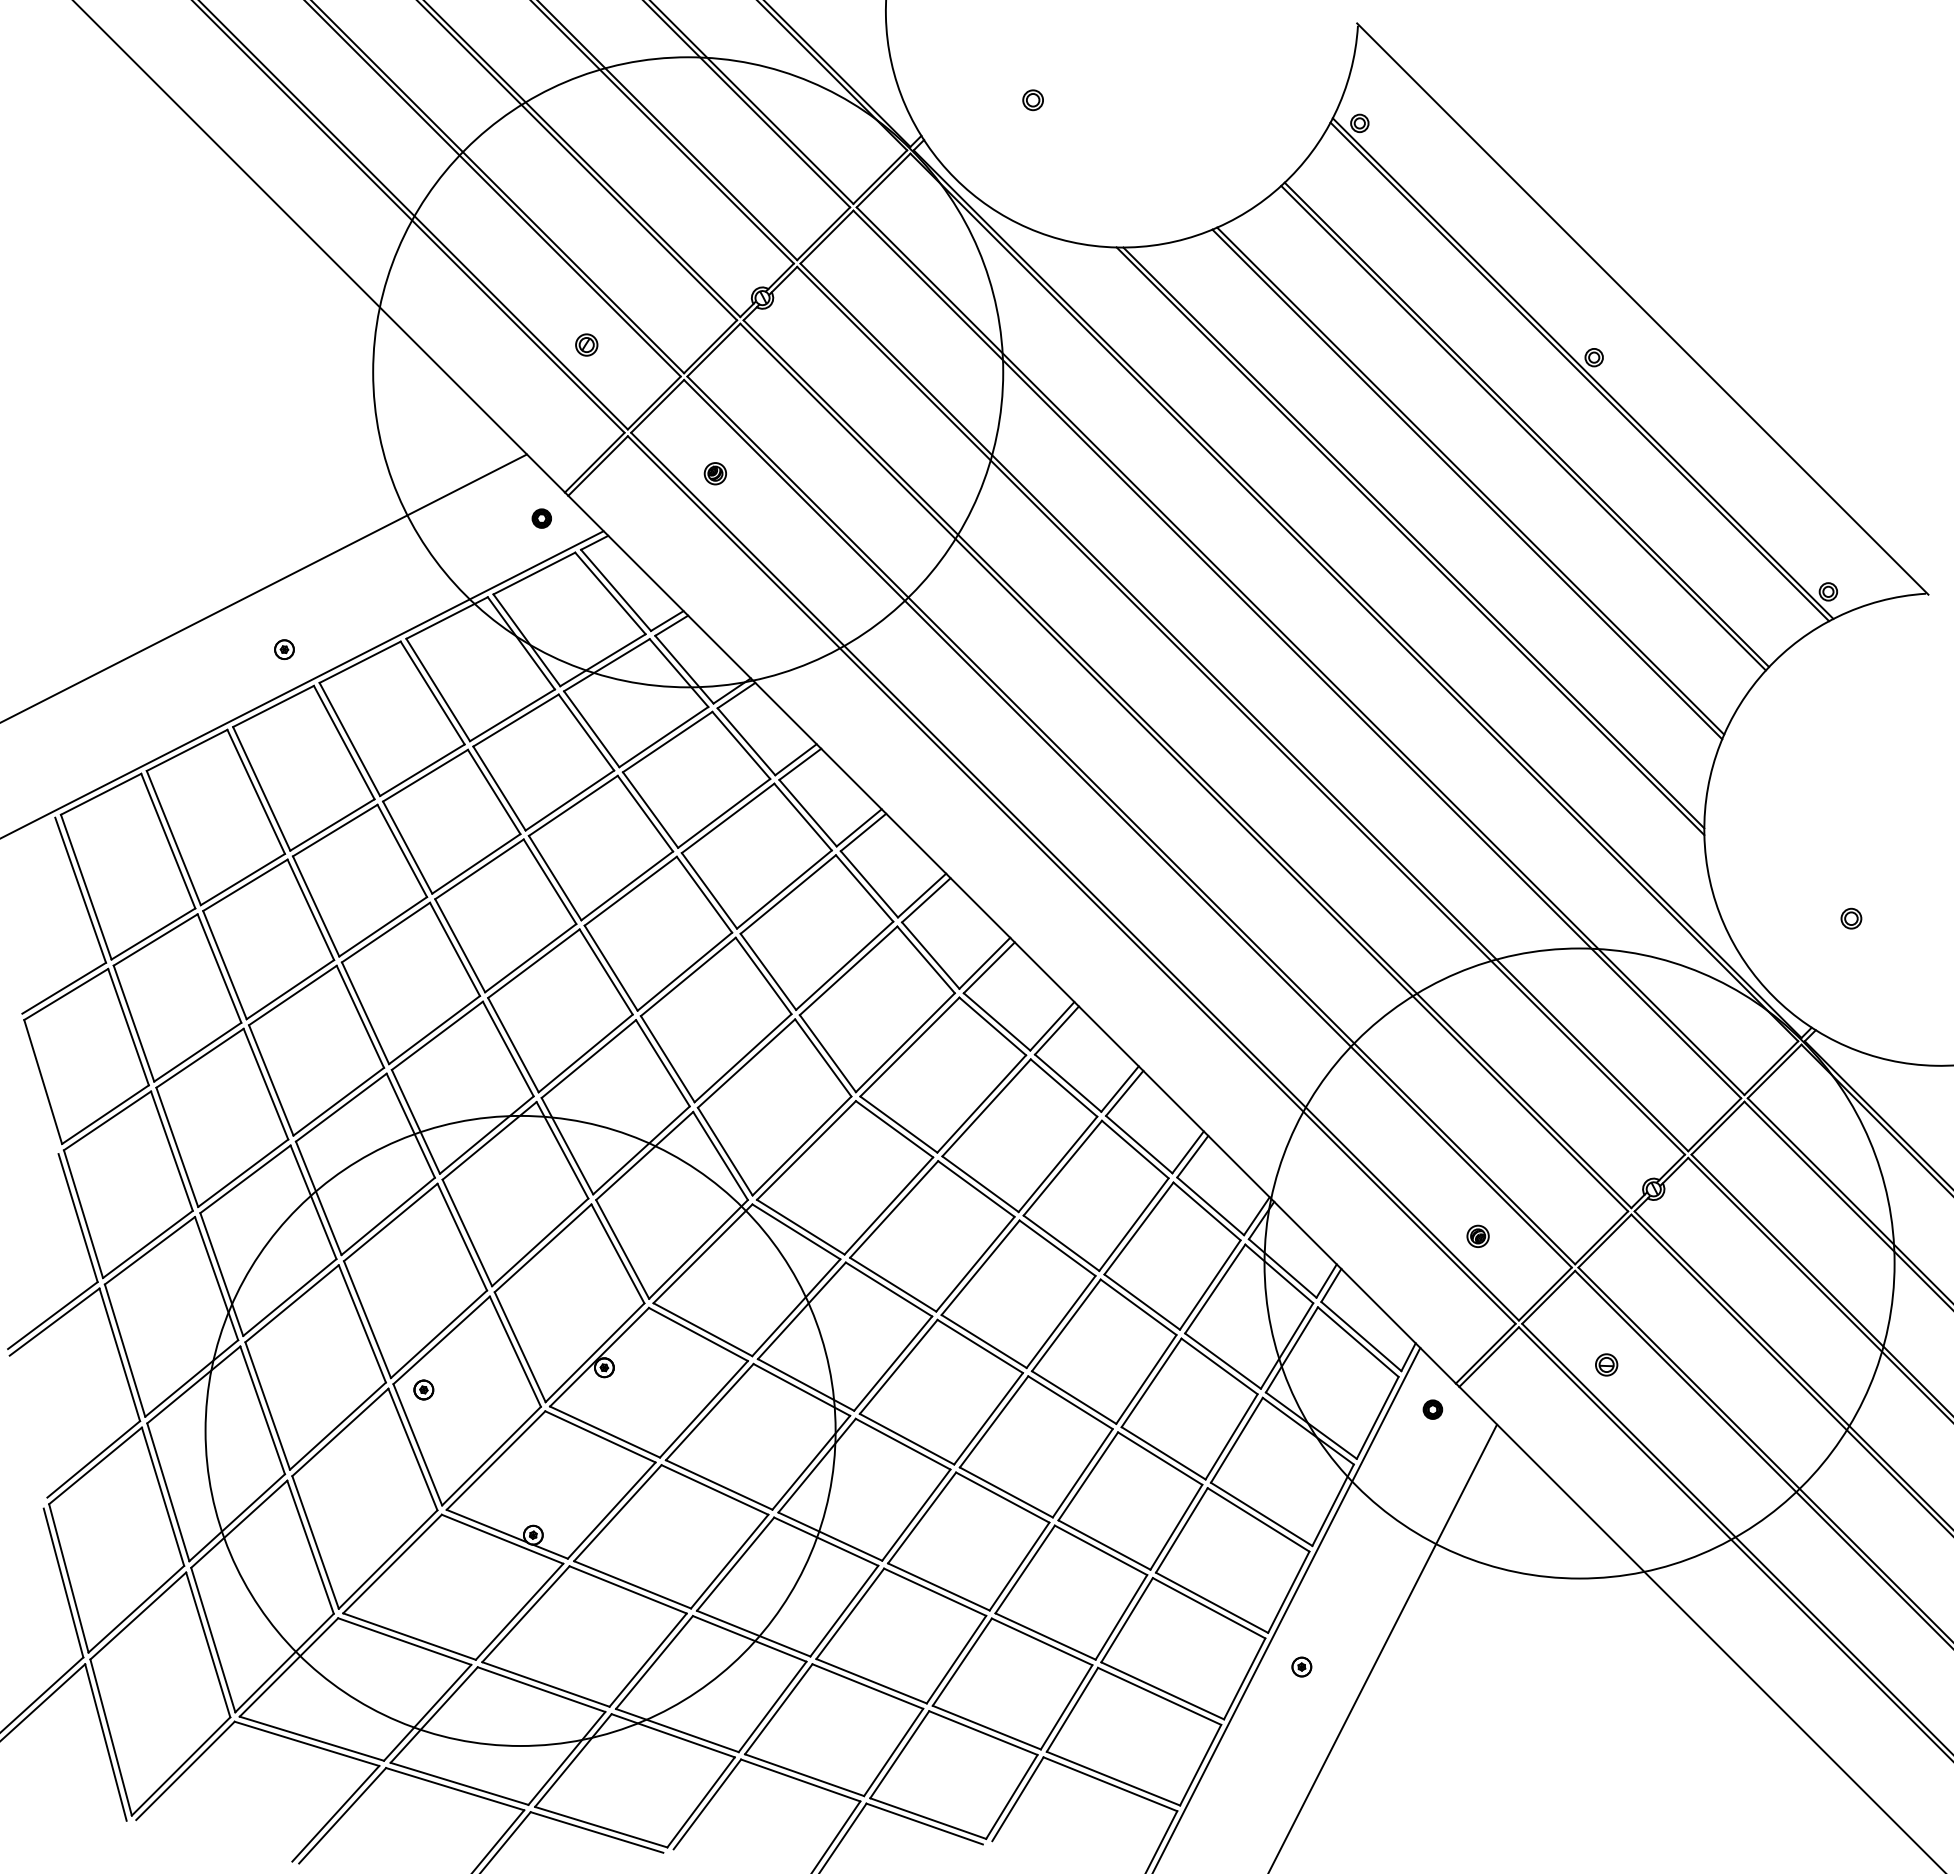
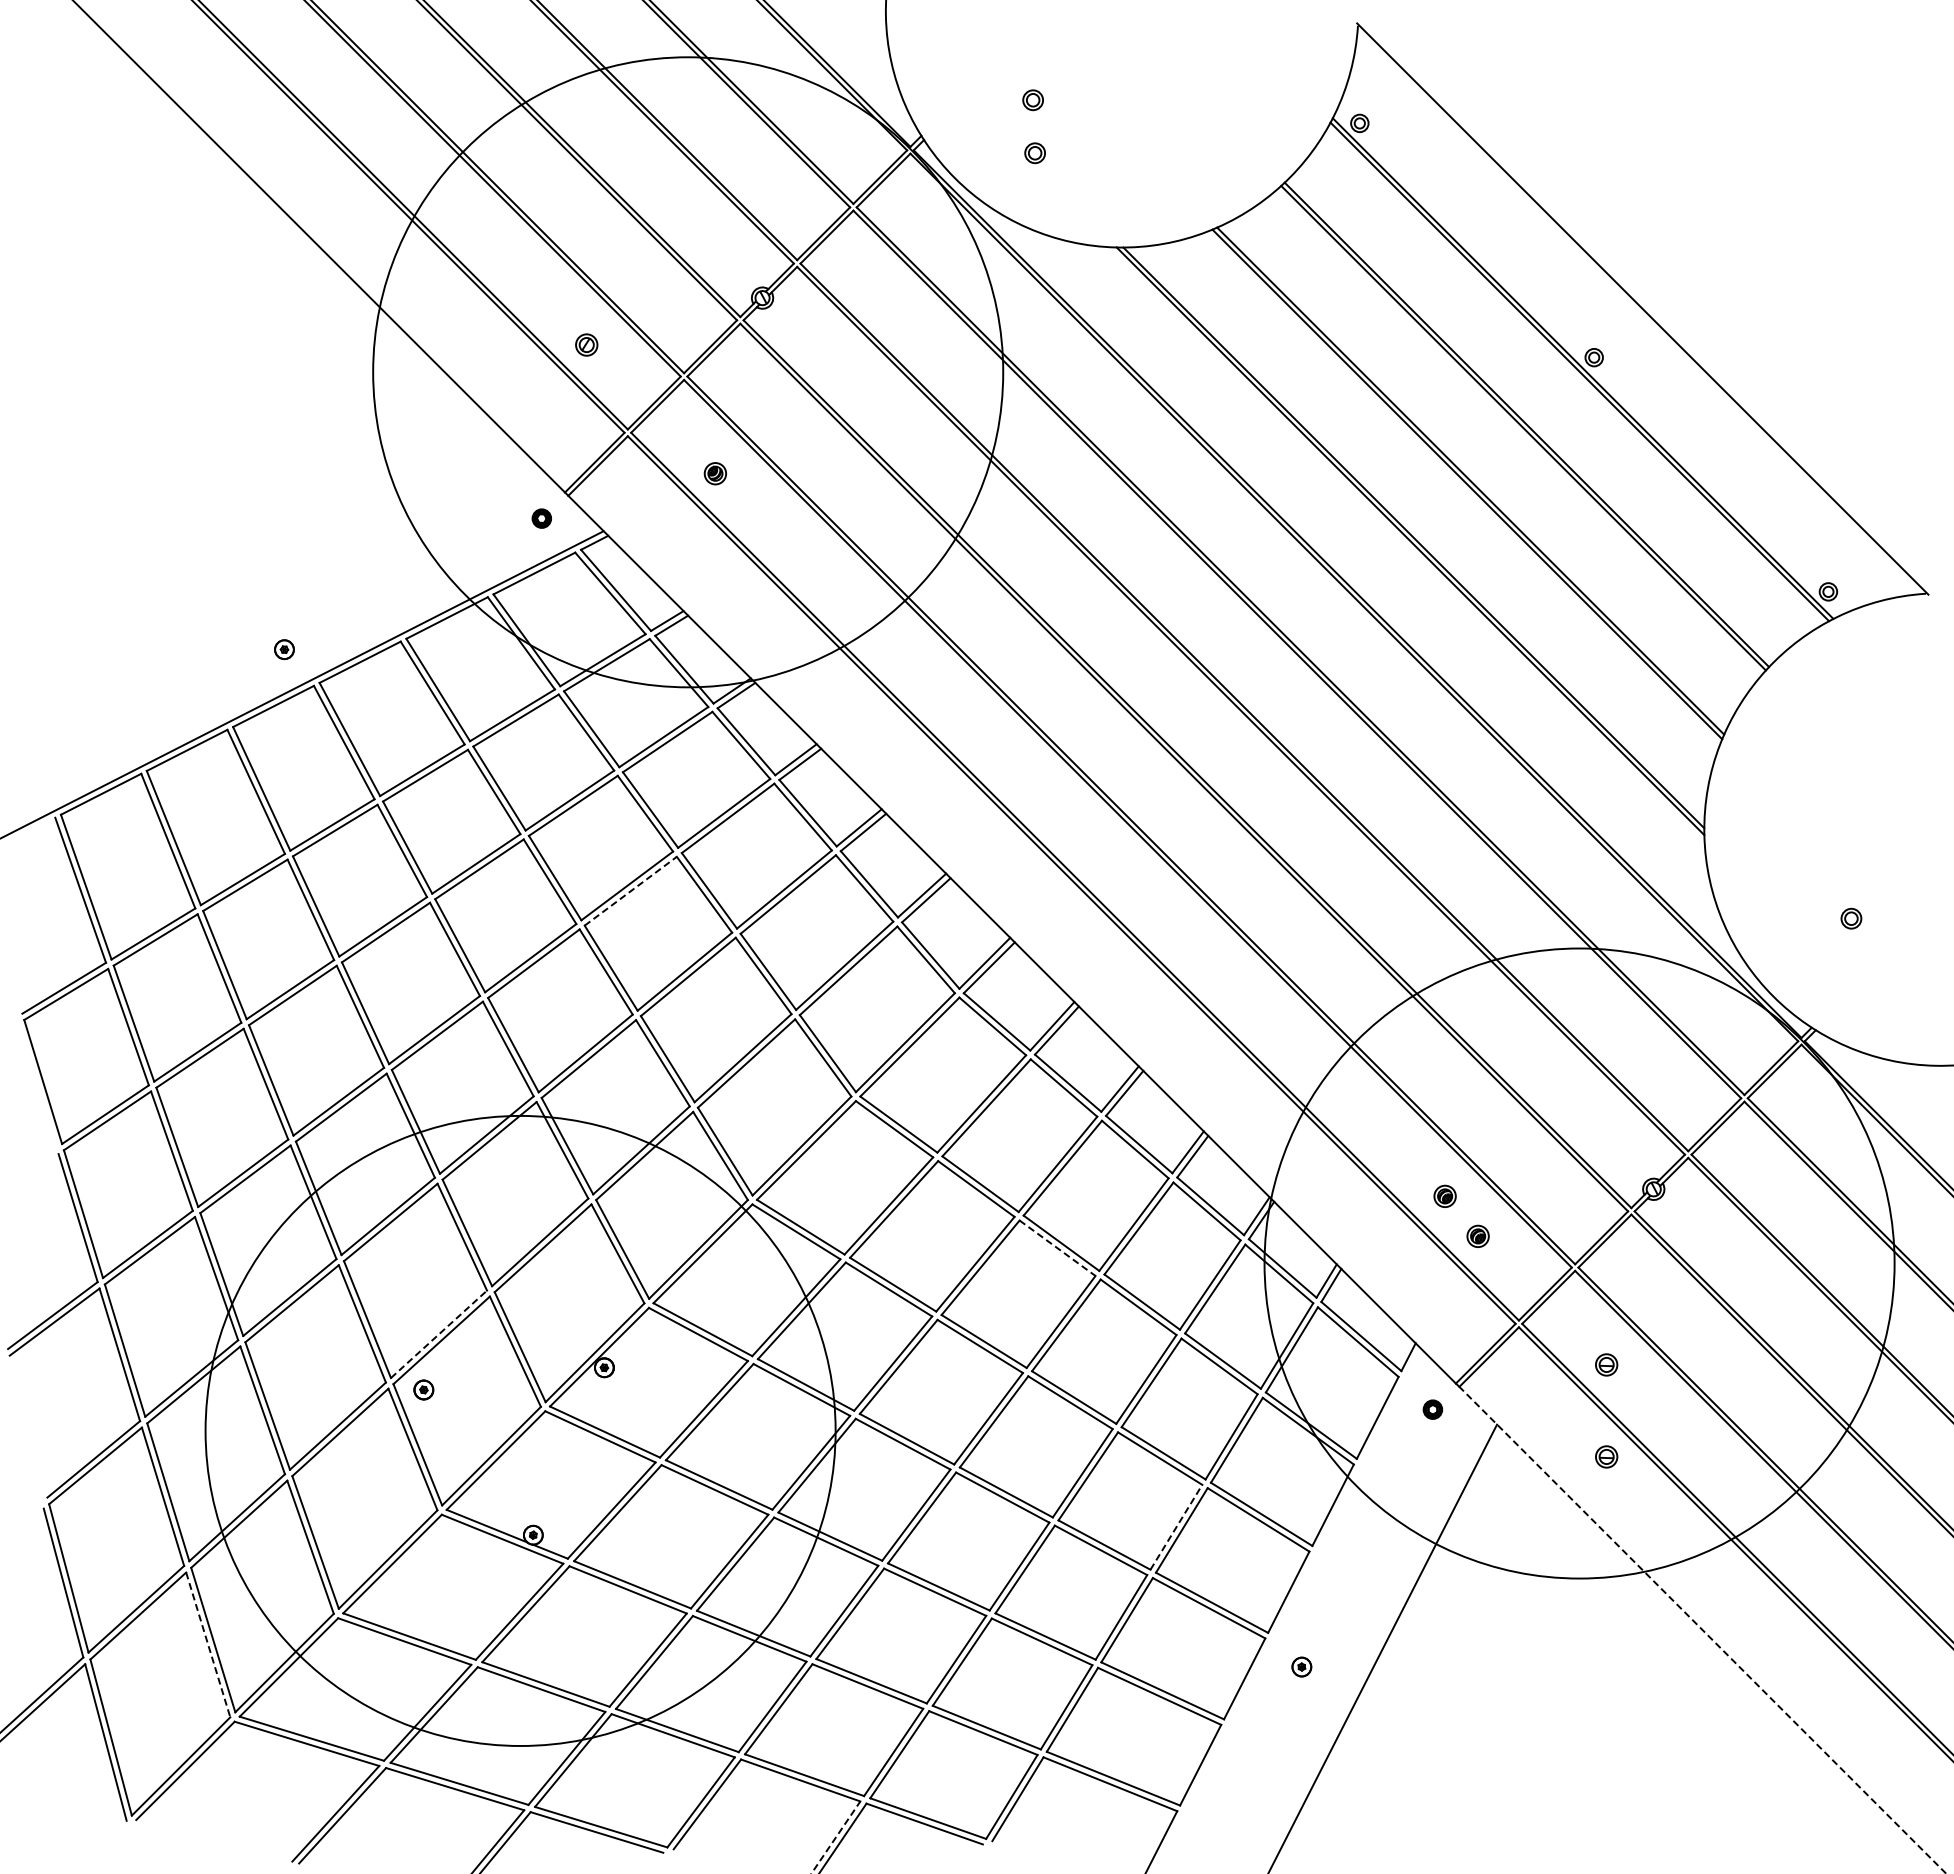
part at (1034, 153): none -> present
line at (264, 587): present -> none
line at (630, 891): solid -> dashed
part at (1444, 1195): none -> present
line at (1057, 1248): solid -> dashed
line at (439, 1334): solid -> dashed
part at (1606, 1456): none -> present
line at (1176, 1527): solid -> dashed
line at (1287, 1608): present -> none
line at (1702, 1629): solid -> dashed
line at (208, 1644): solid -> dashed
line at (835, 1837): solid -> dashed
